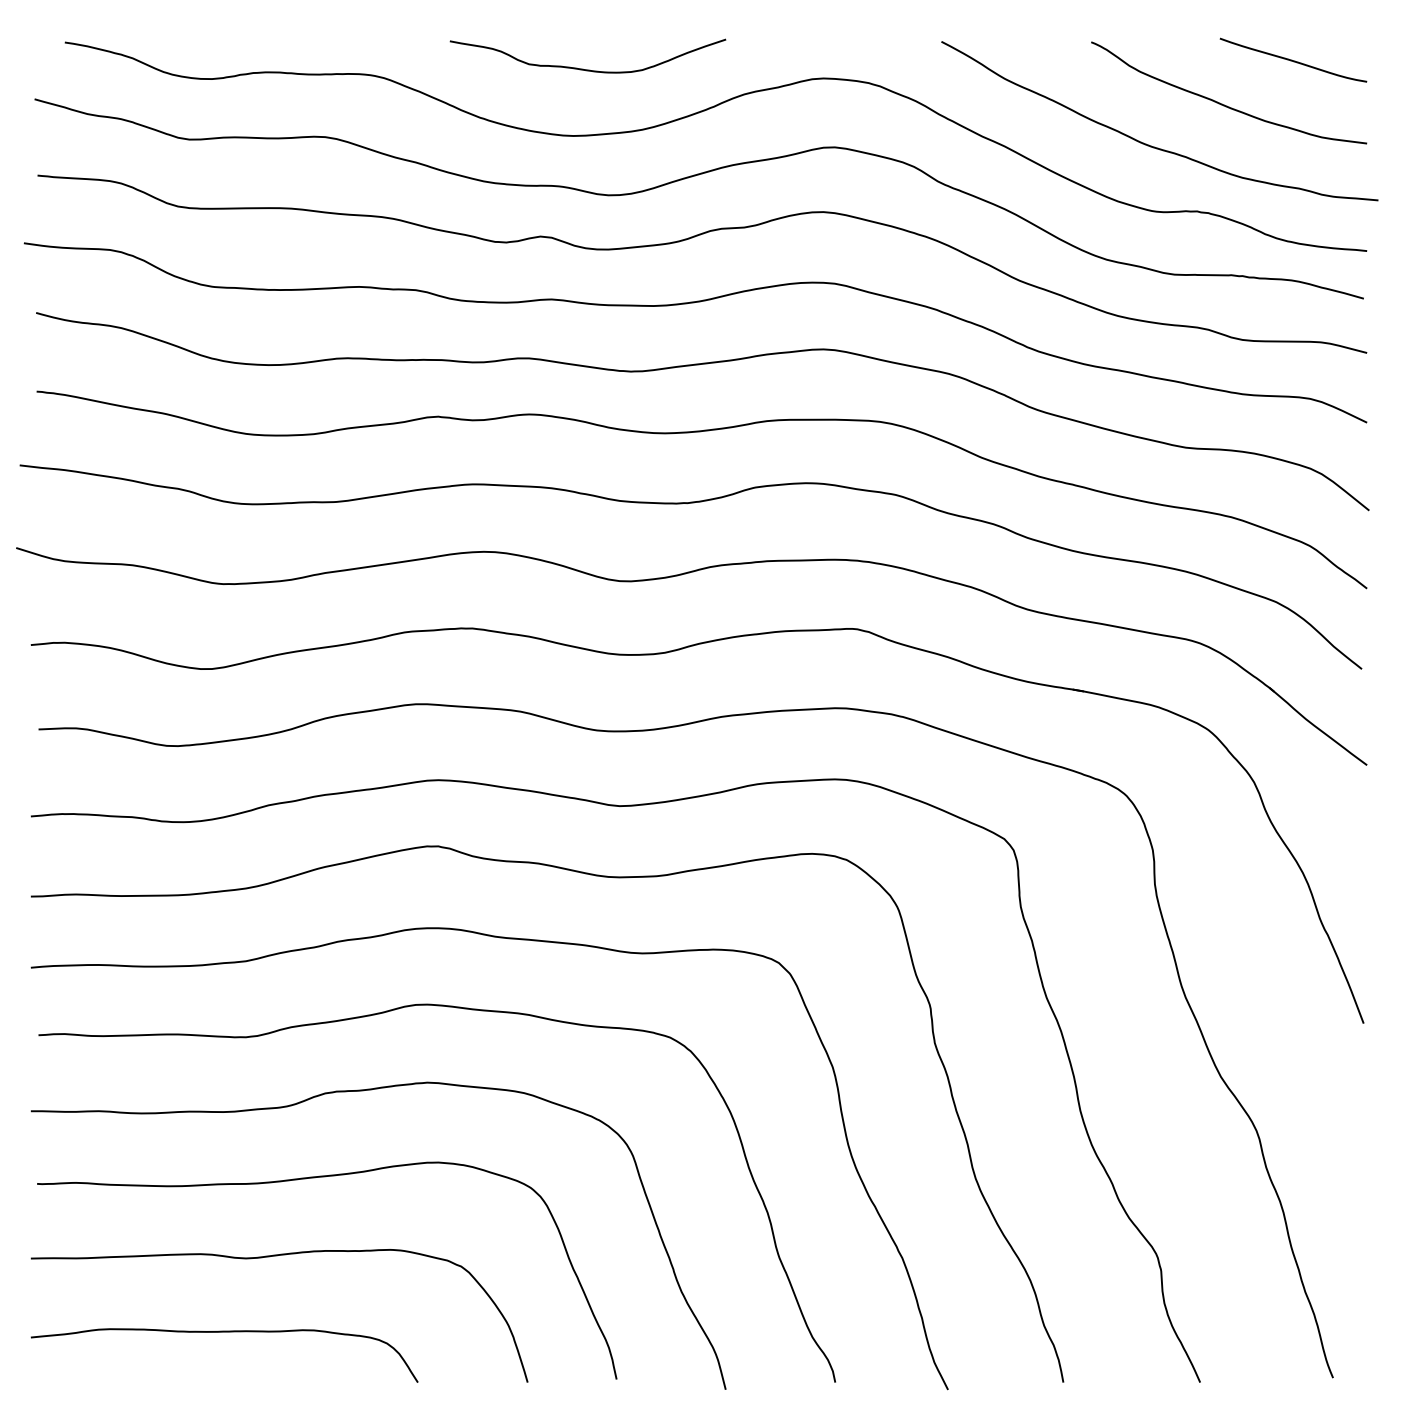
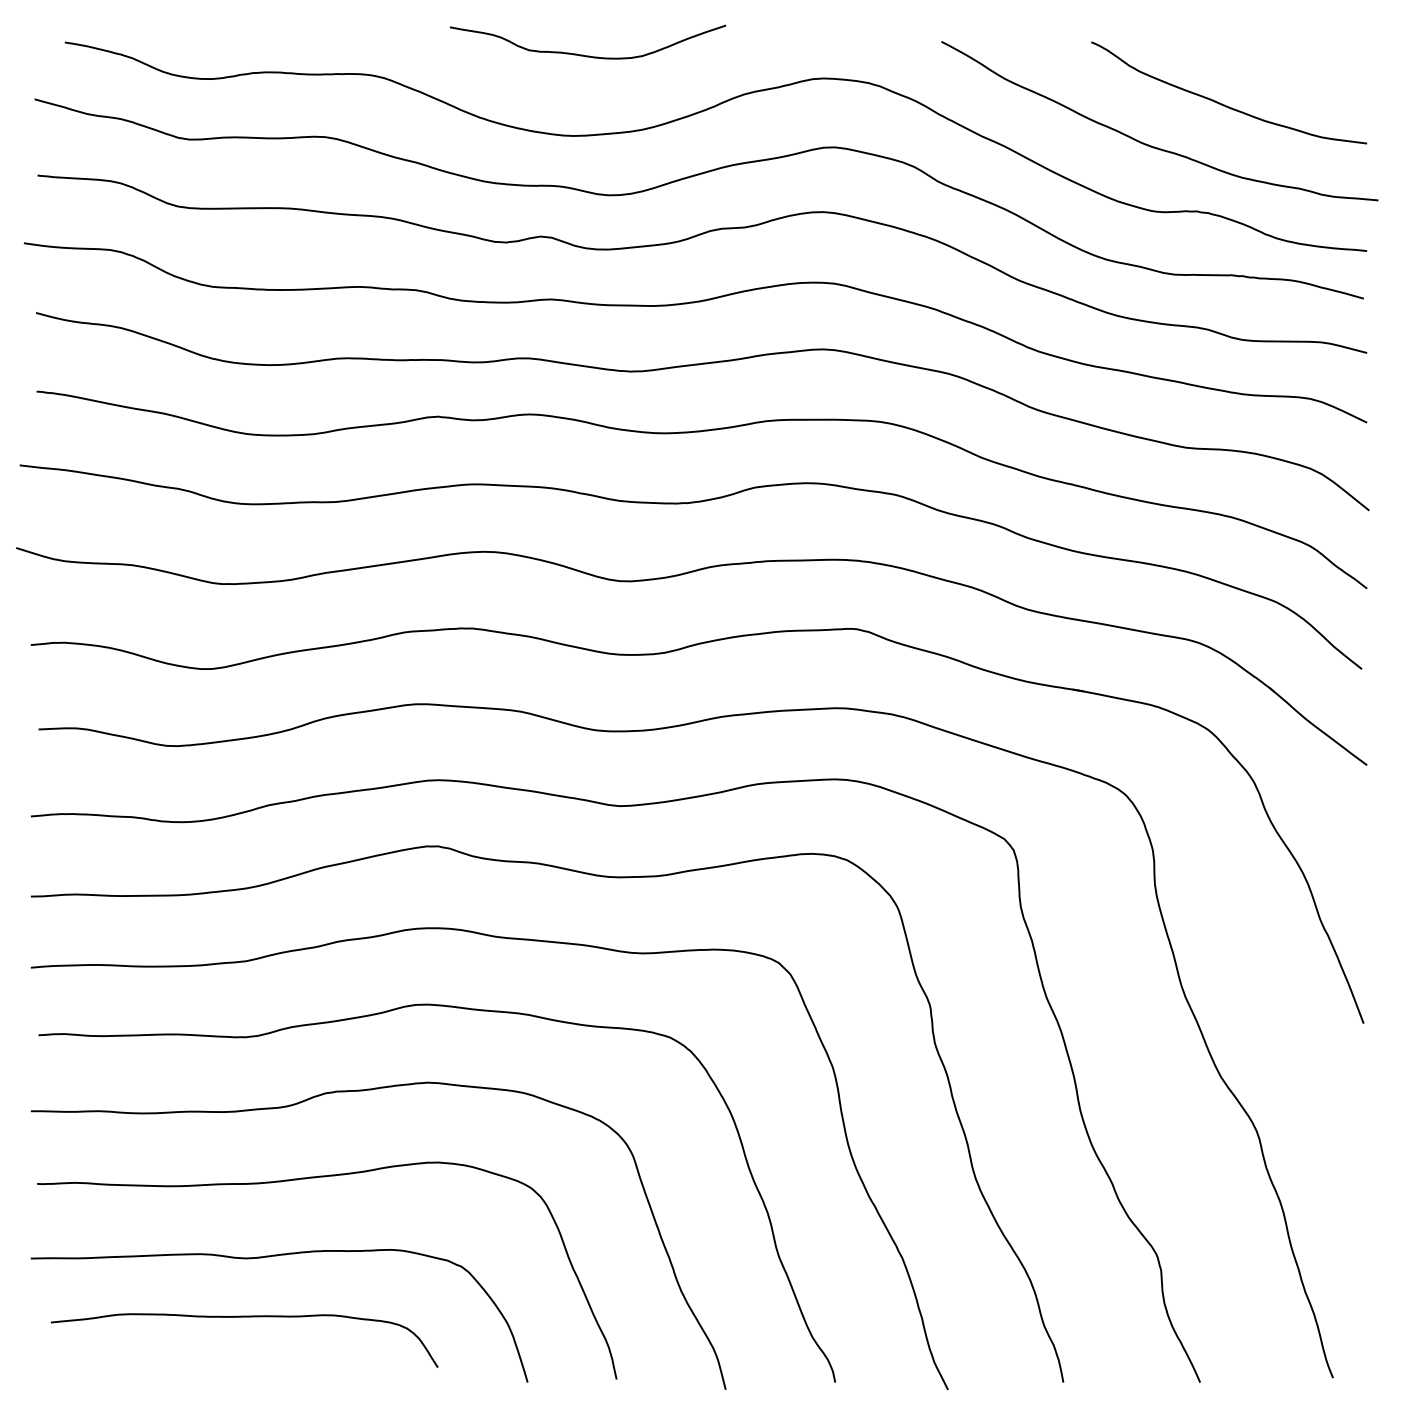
curve at (1292, 59): present -> none
curve at (583, 68) position: (583, 68) -> (583, 54)
curve at (224, 1332) position: (224, 1332) -> (244, 1317)
